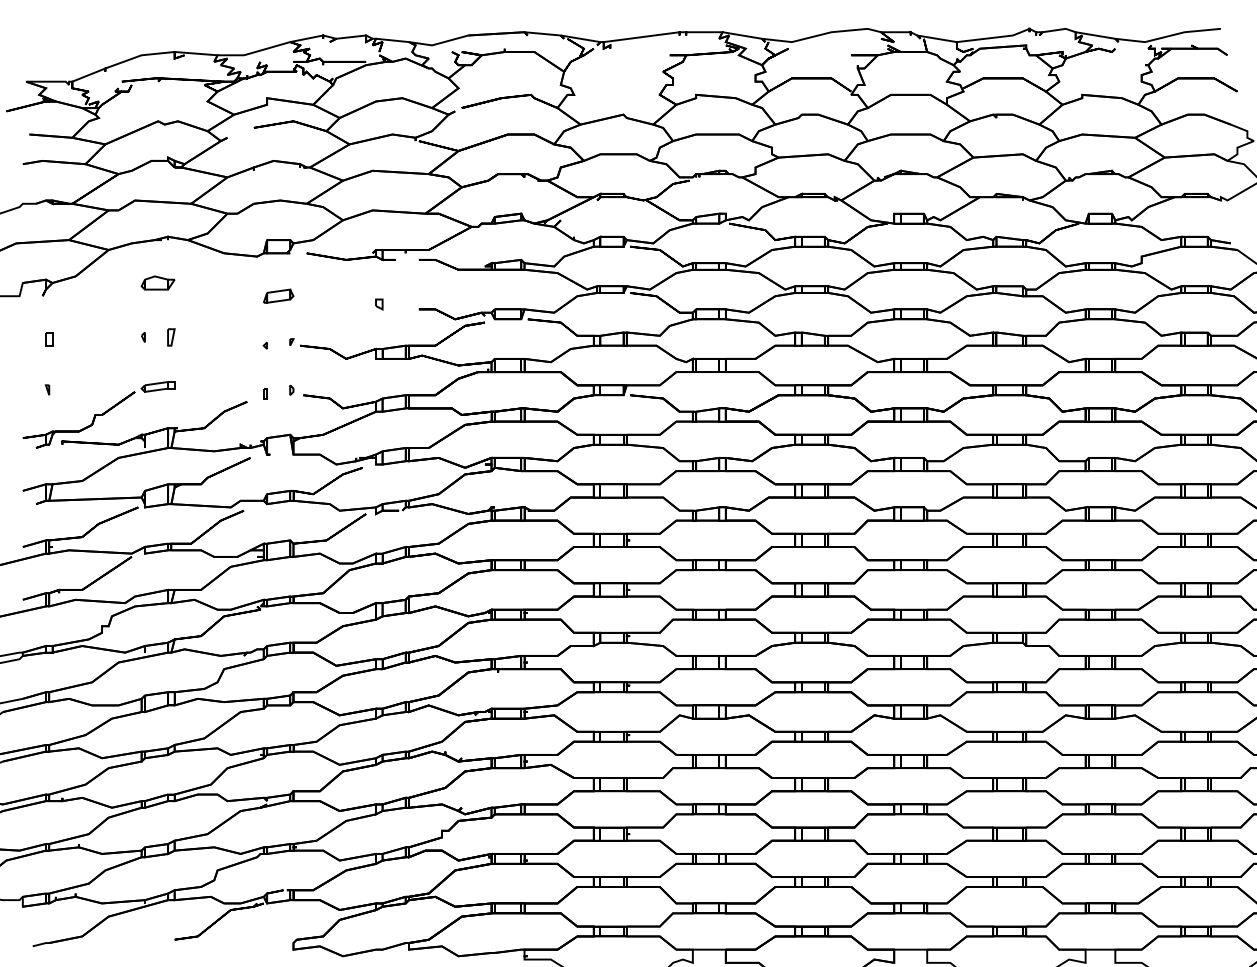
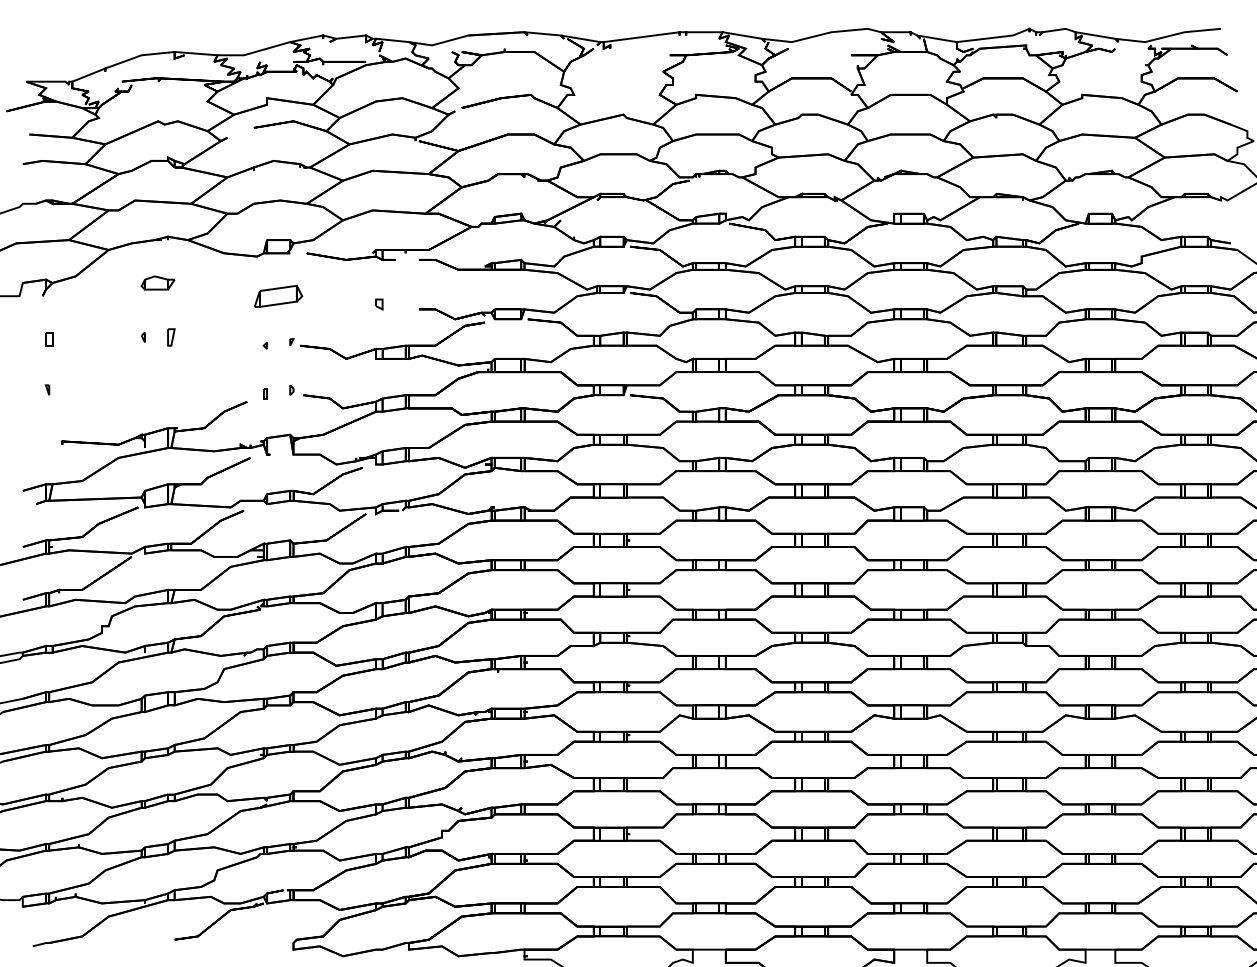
part at (278, 295) size: 32x16 px -> 50x24 px
part at (98, 414): present -> none
